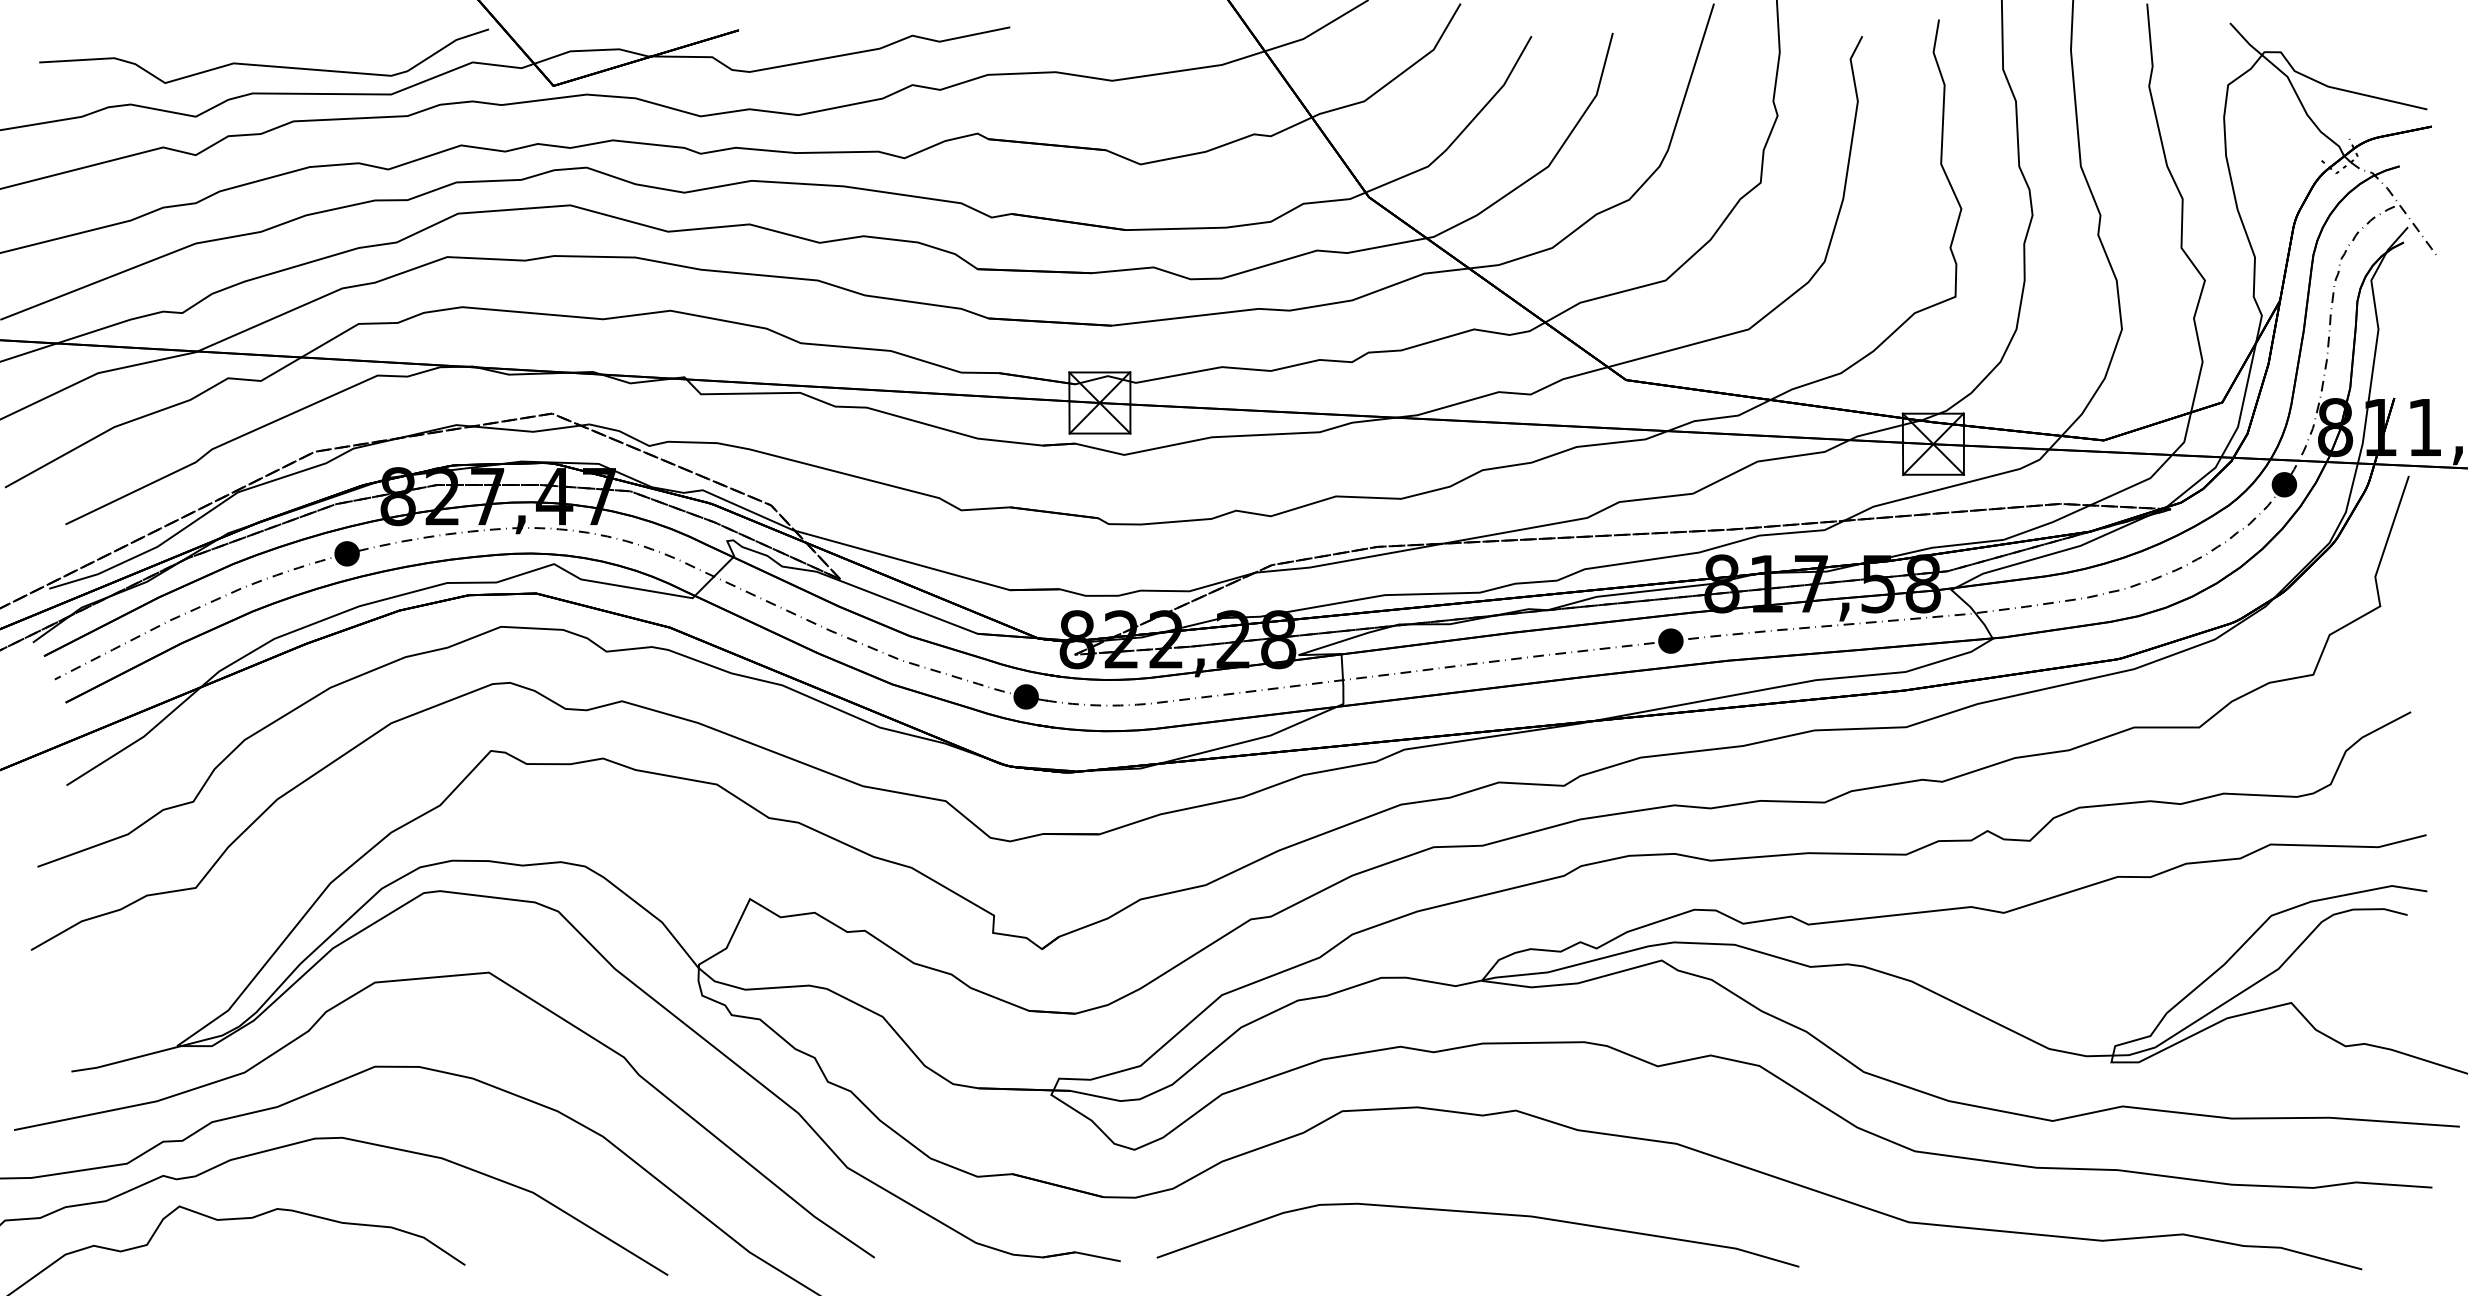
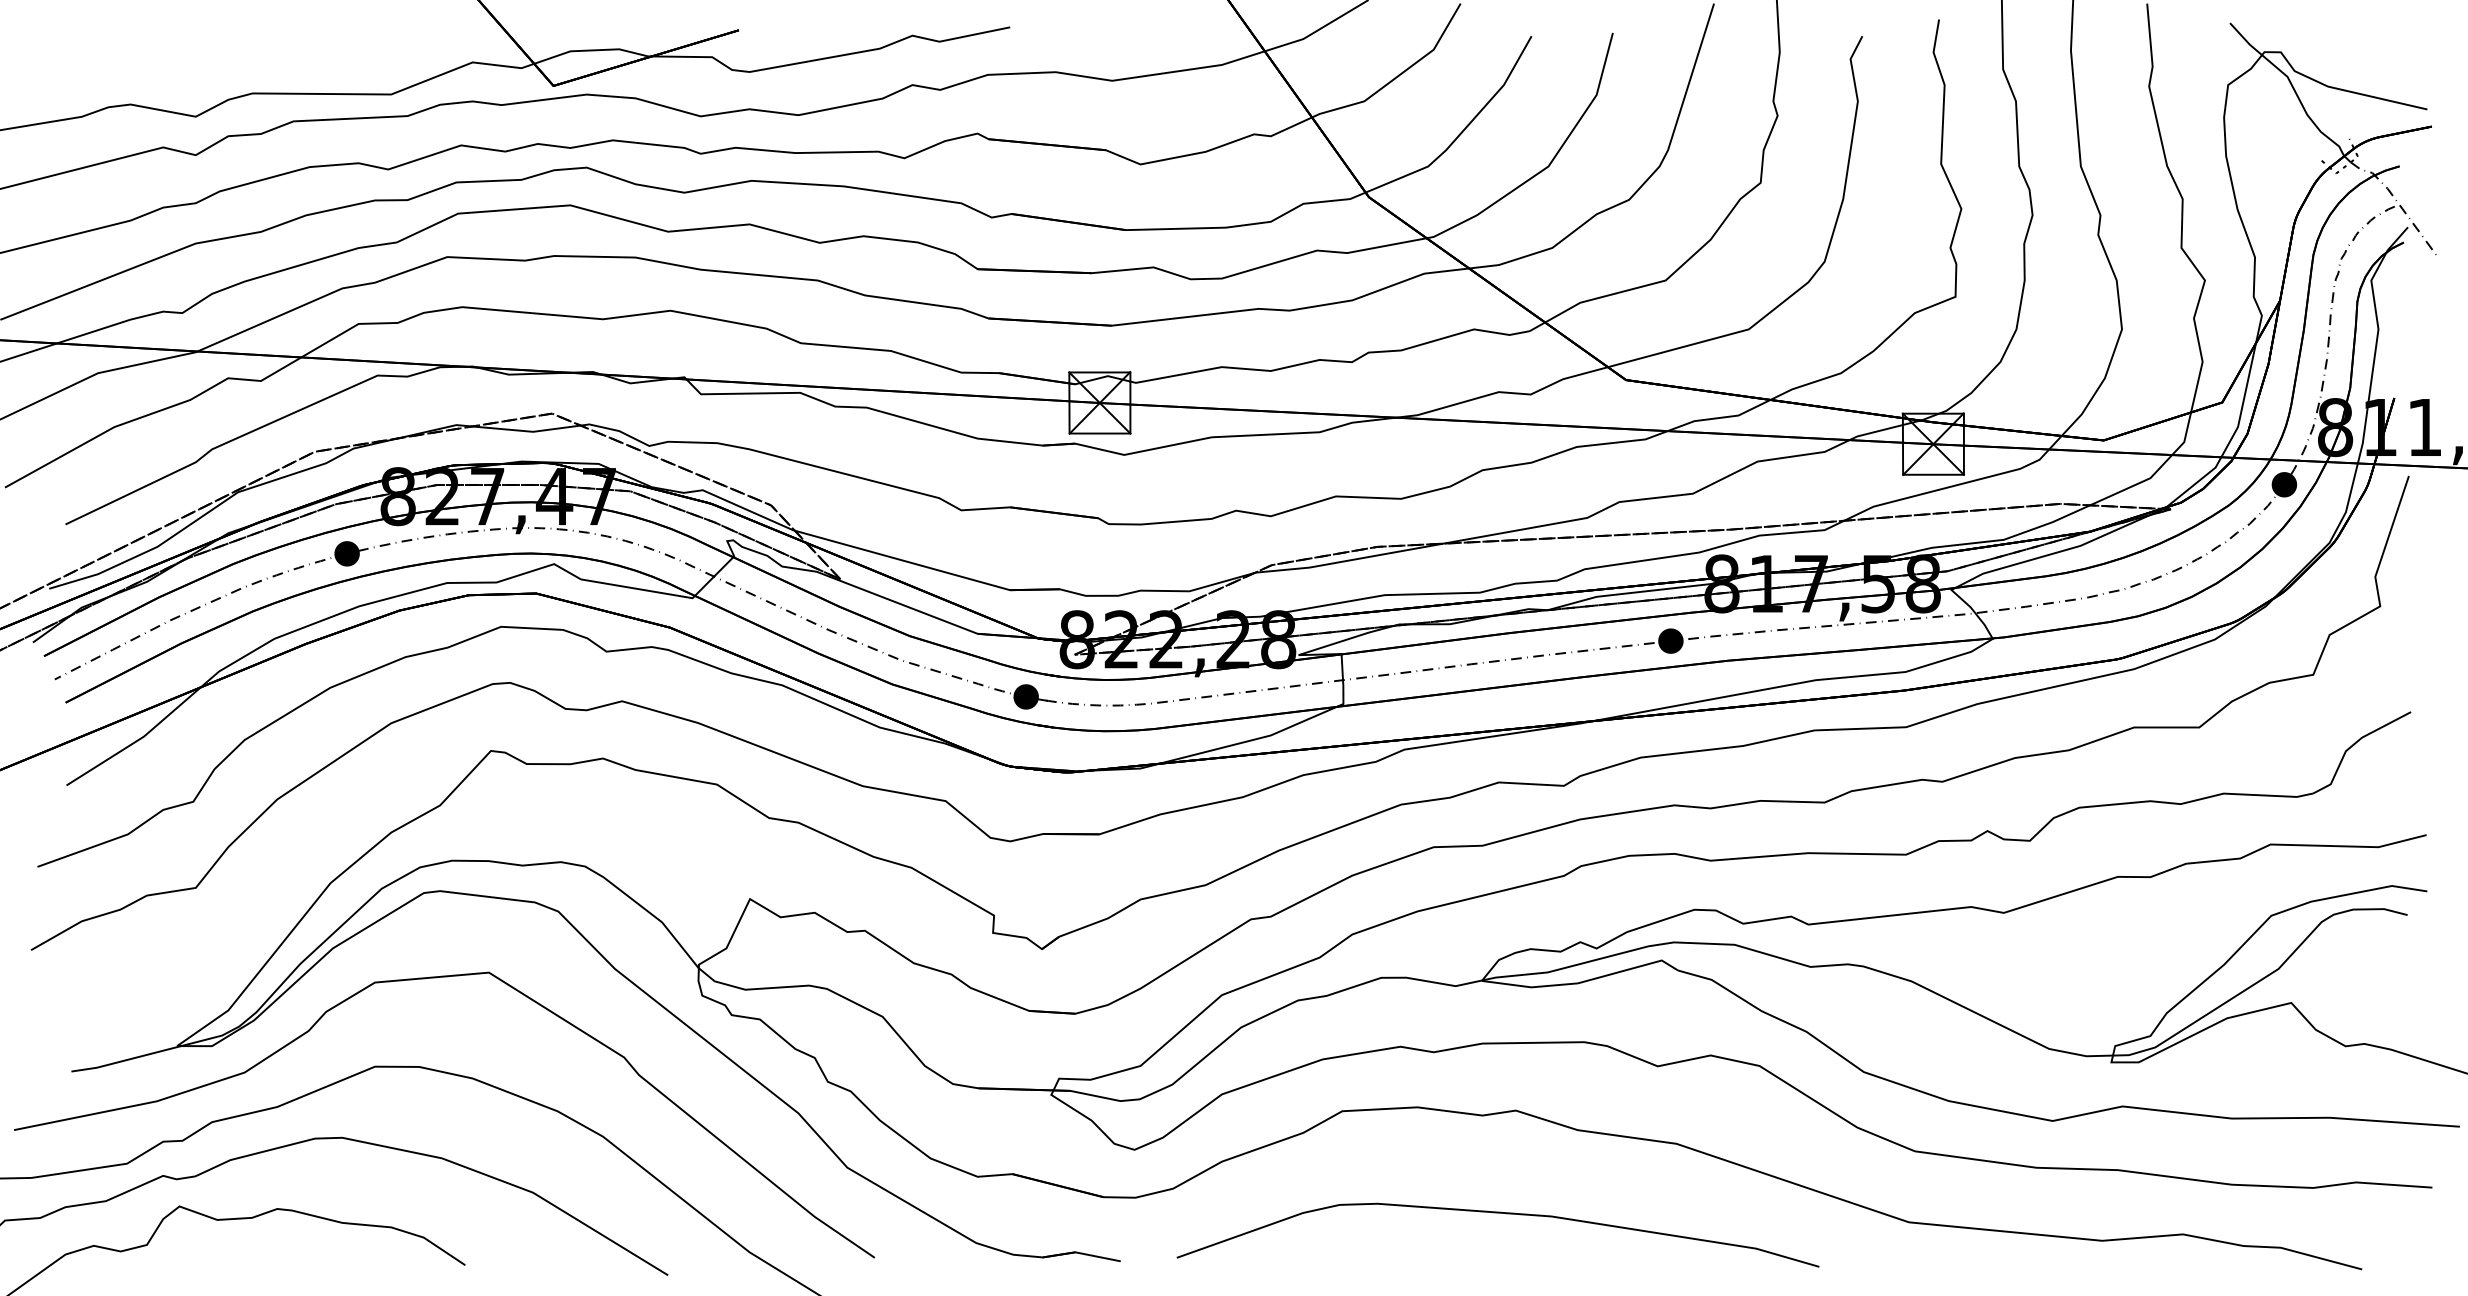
curve at (263, 64): present -> none
curve at (1477, 1213) position: (1477, 1213) -> (1497, 1213)
